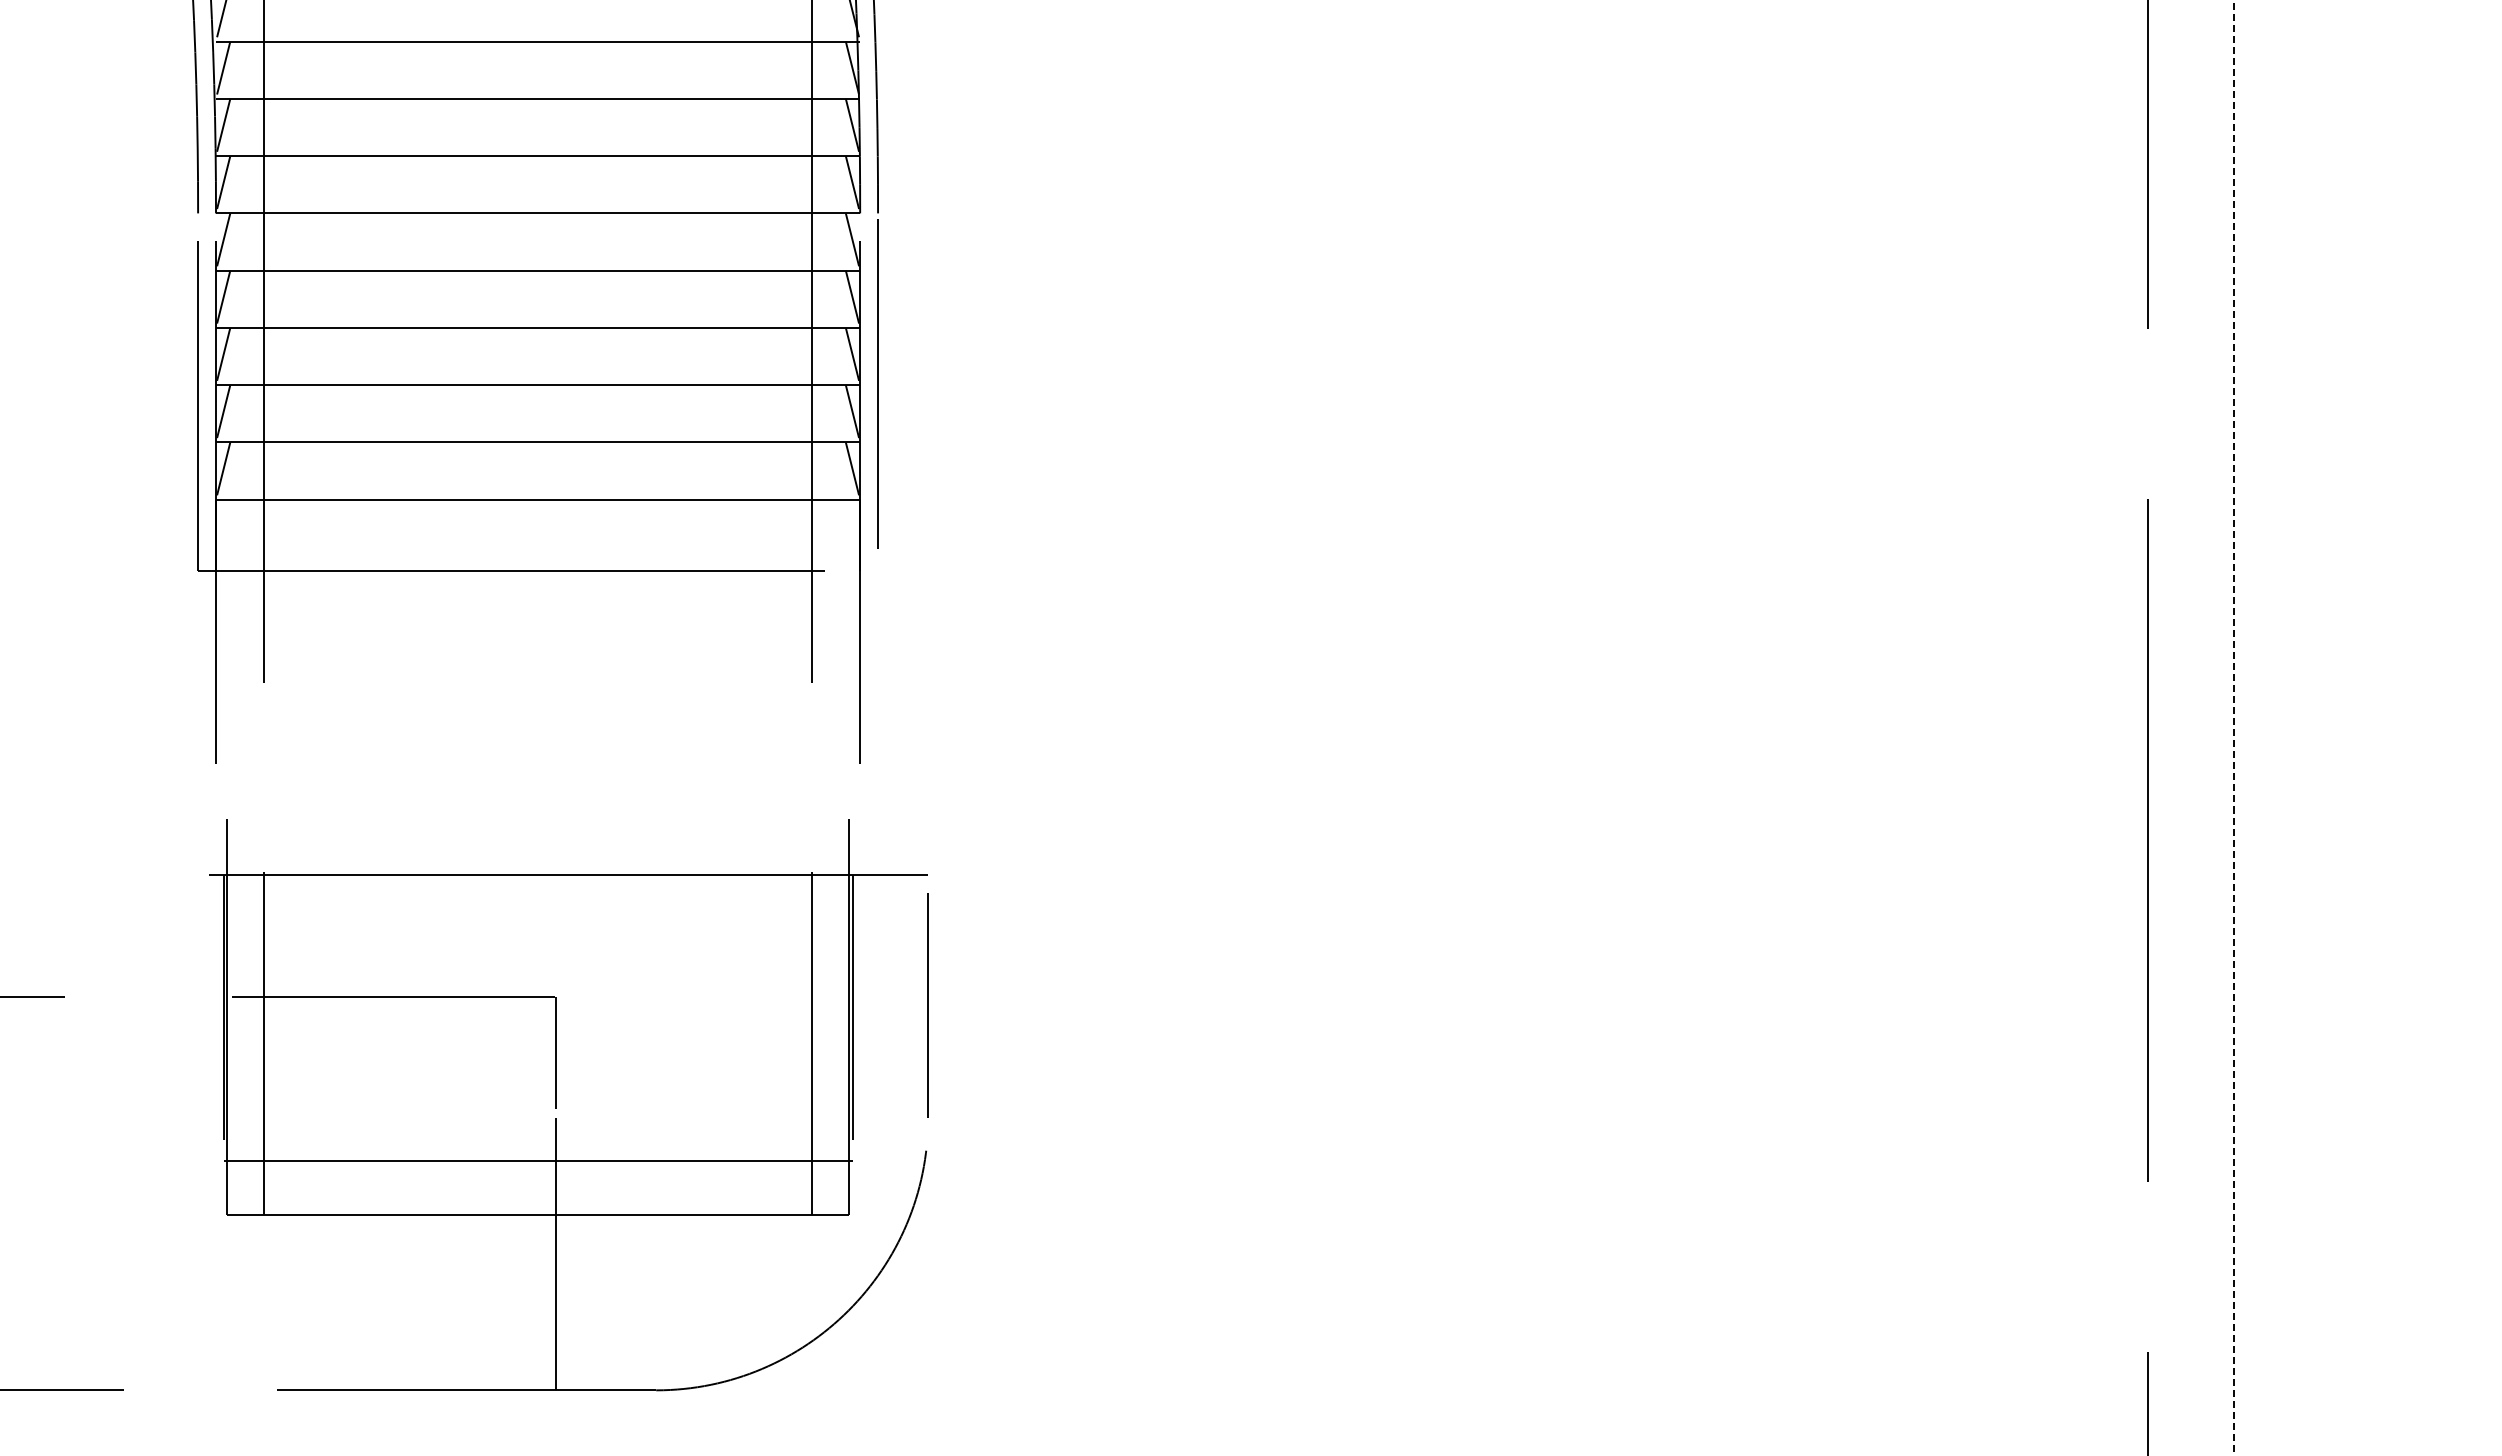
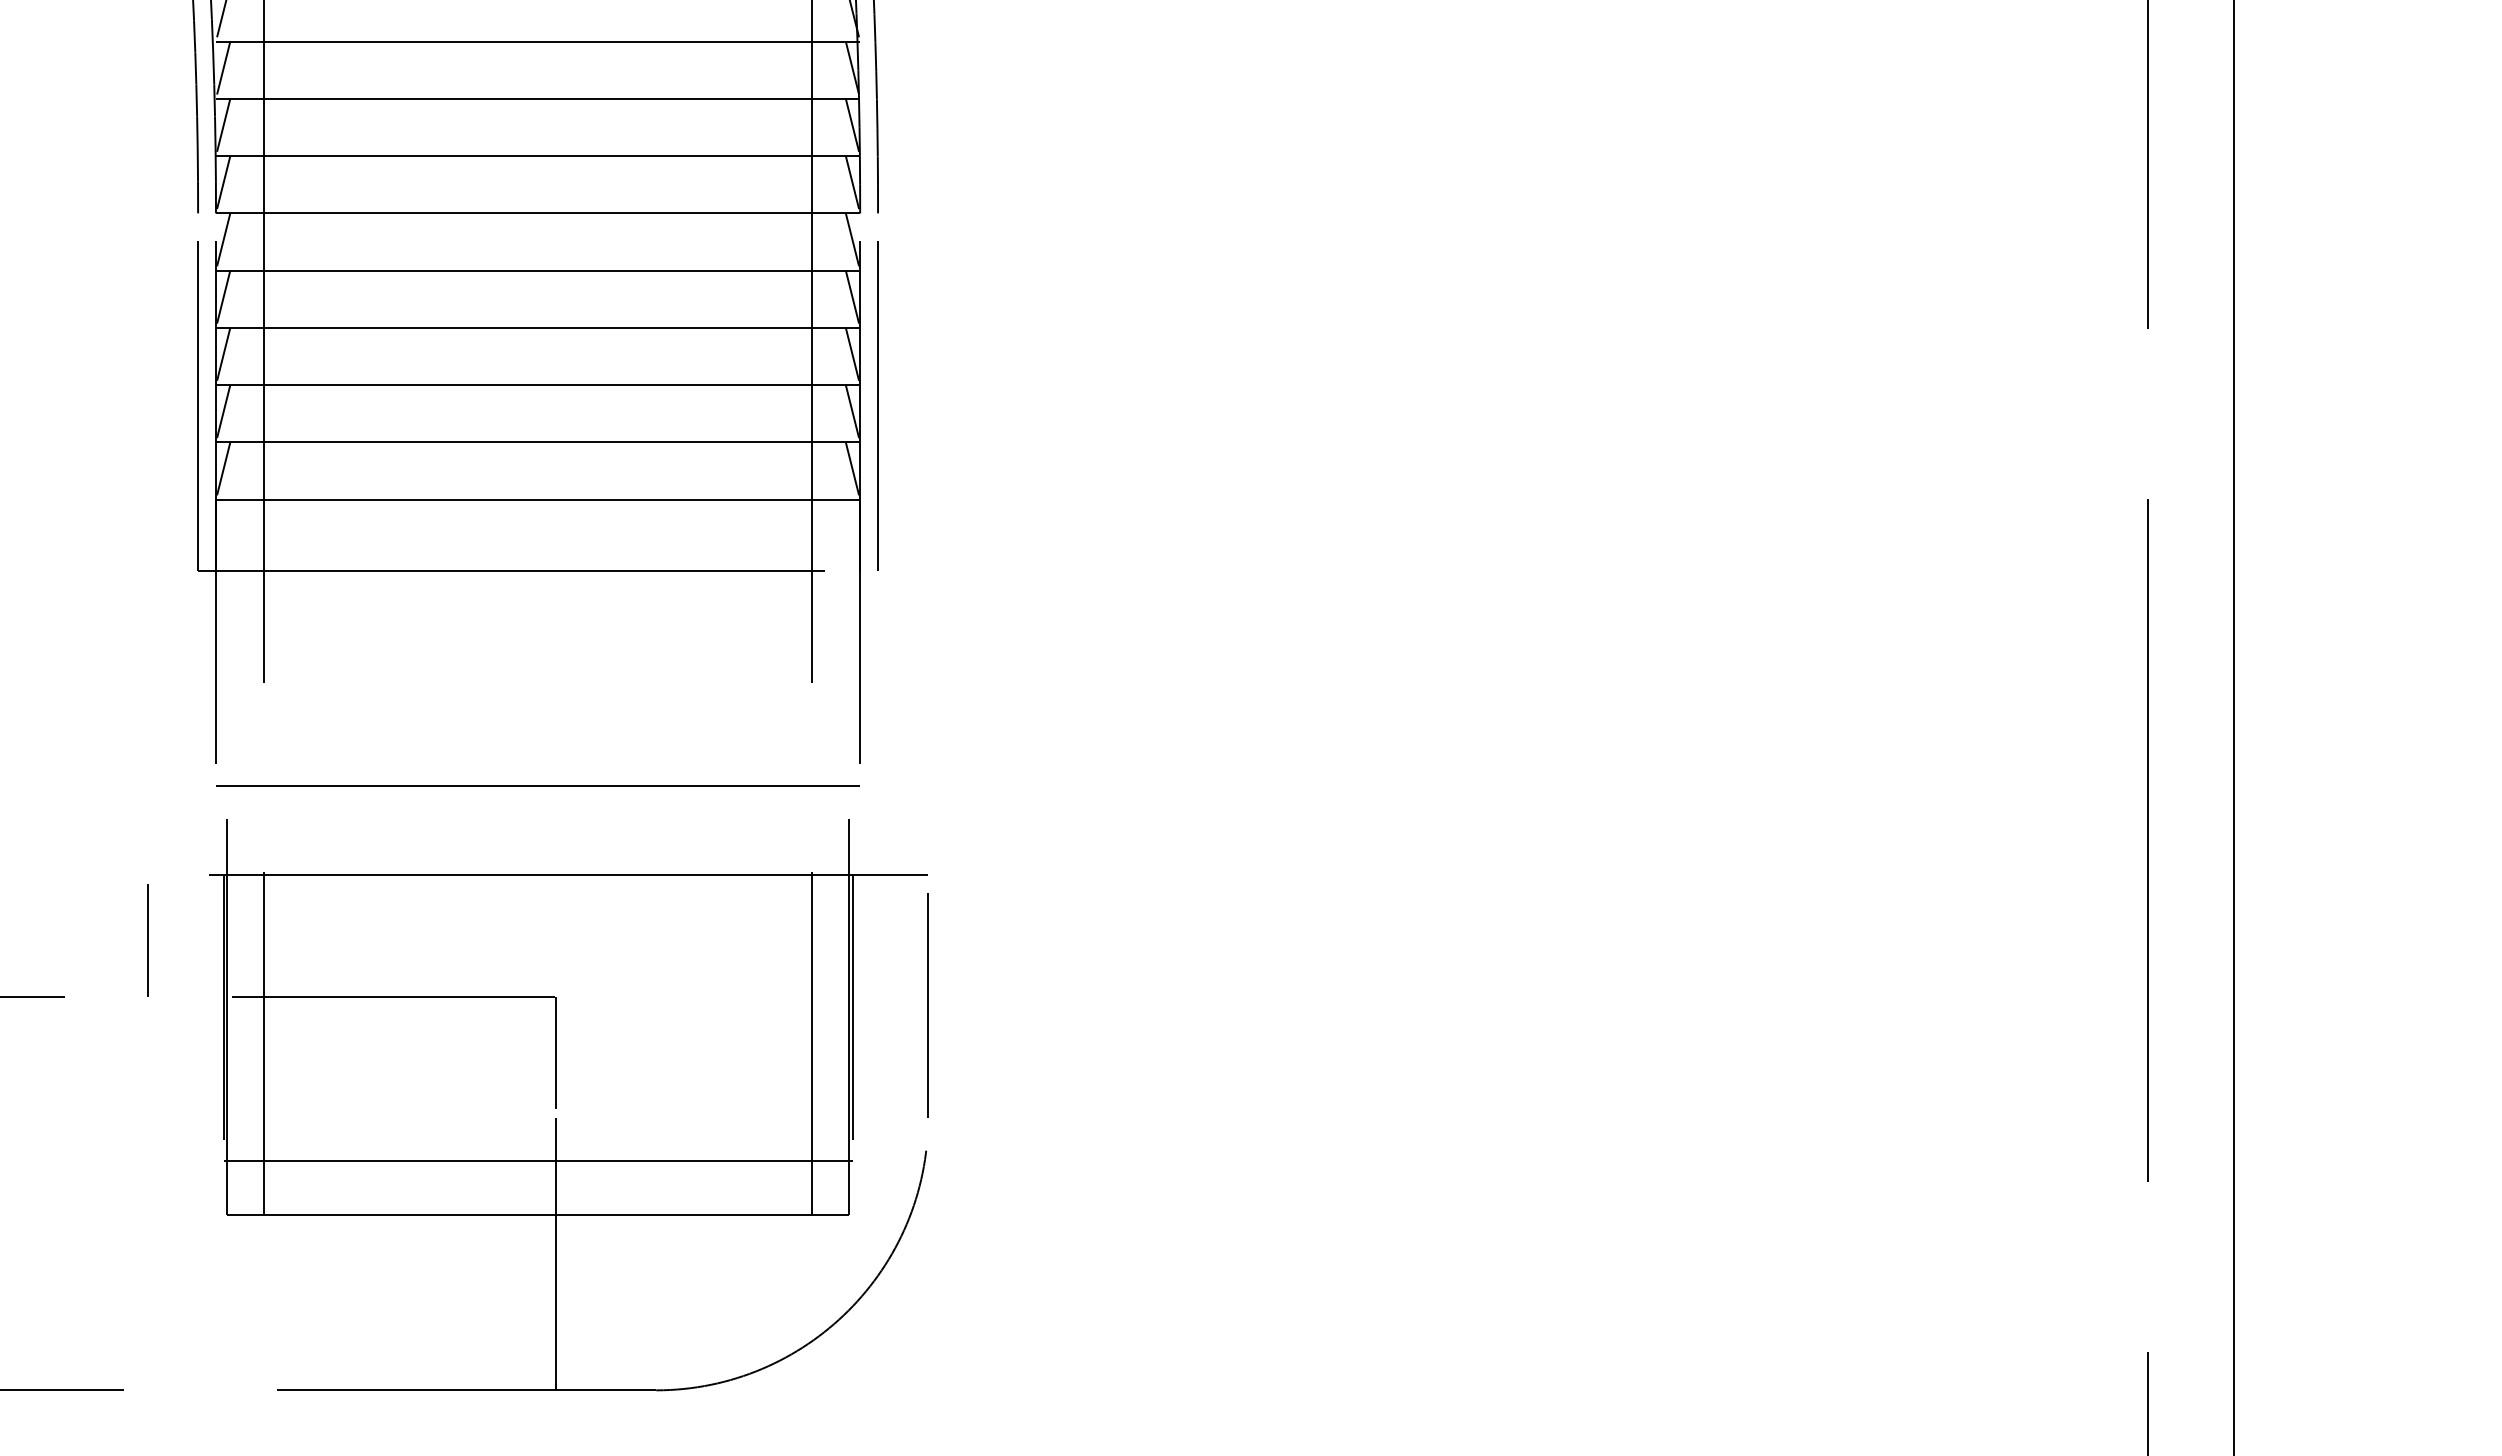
line at (877, 383) position: (877, 383) -> (877, 405)
line at (2234, 728): dashed -> solid
line at (538, 785): none -> present
line at (148, 935): none -> present
